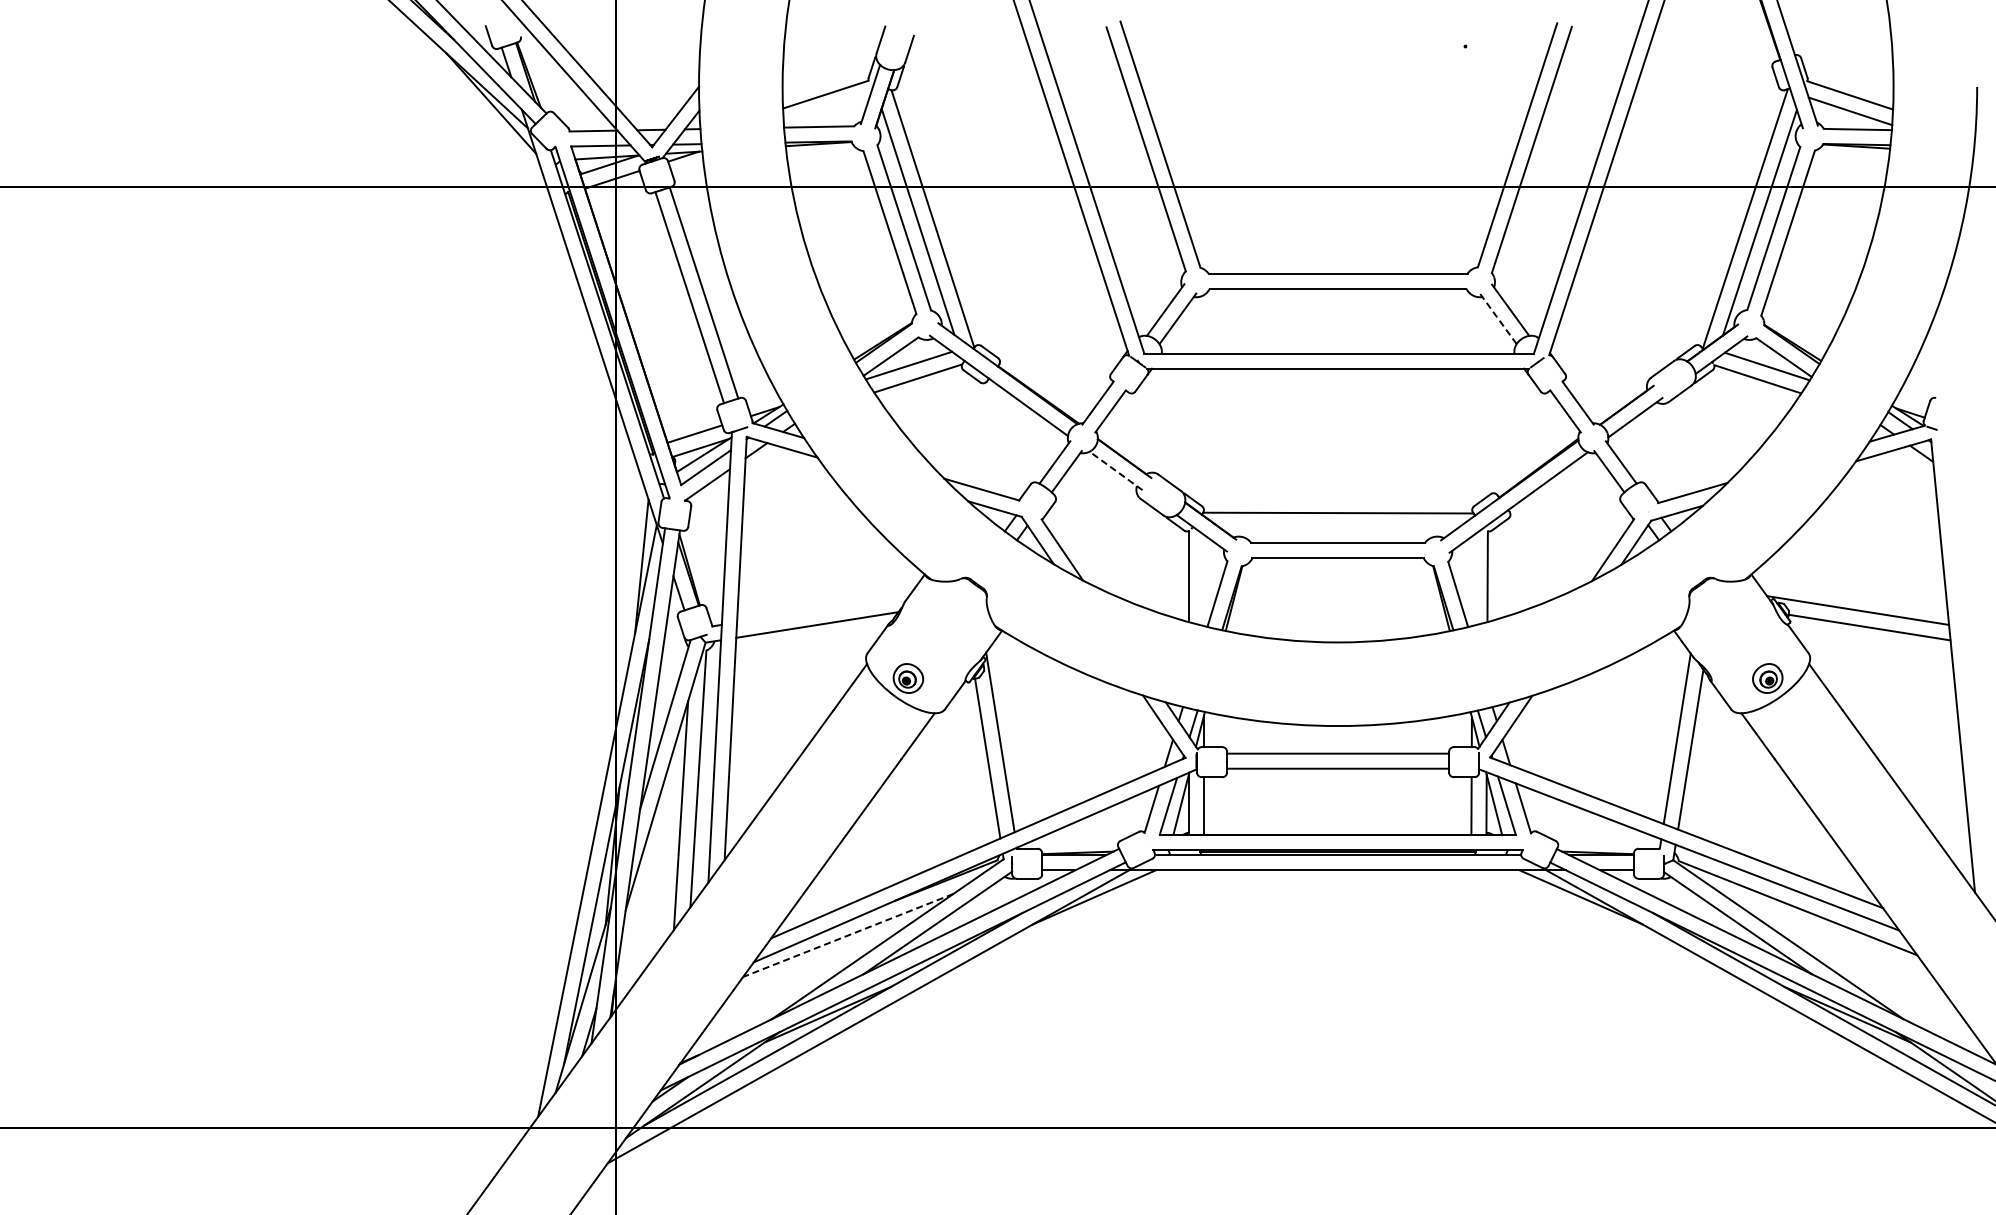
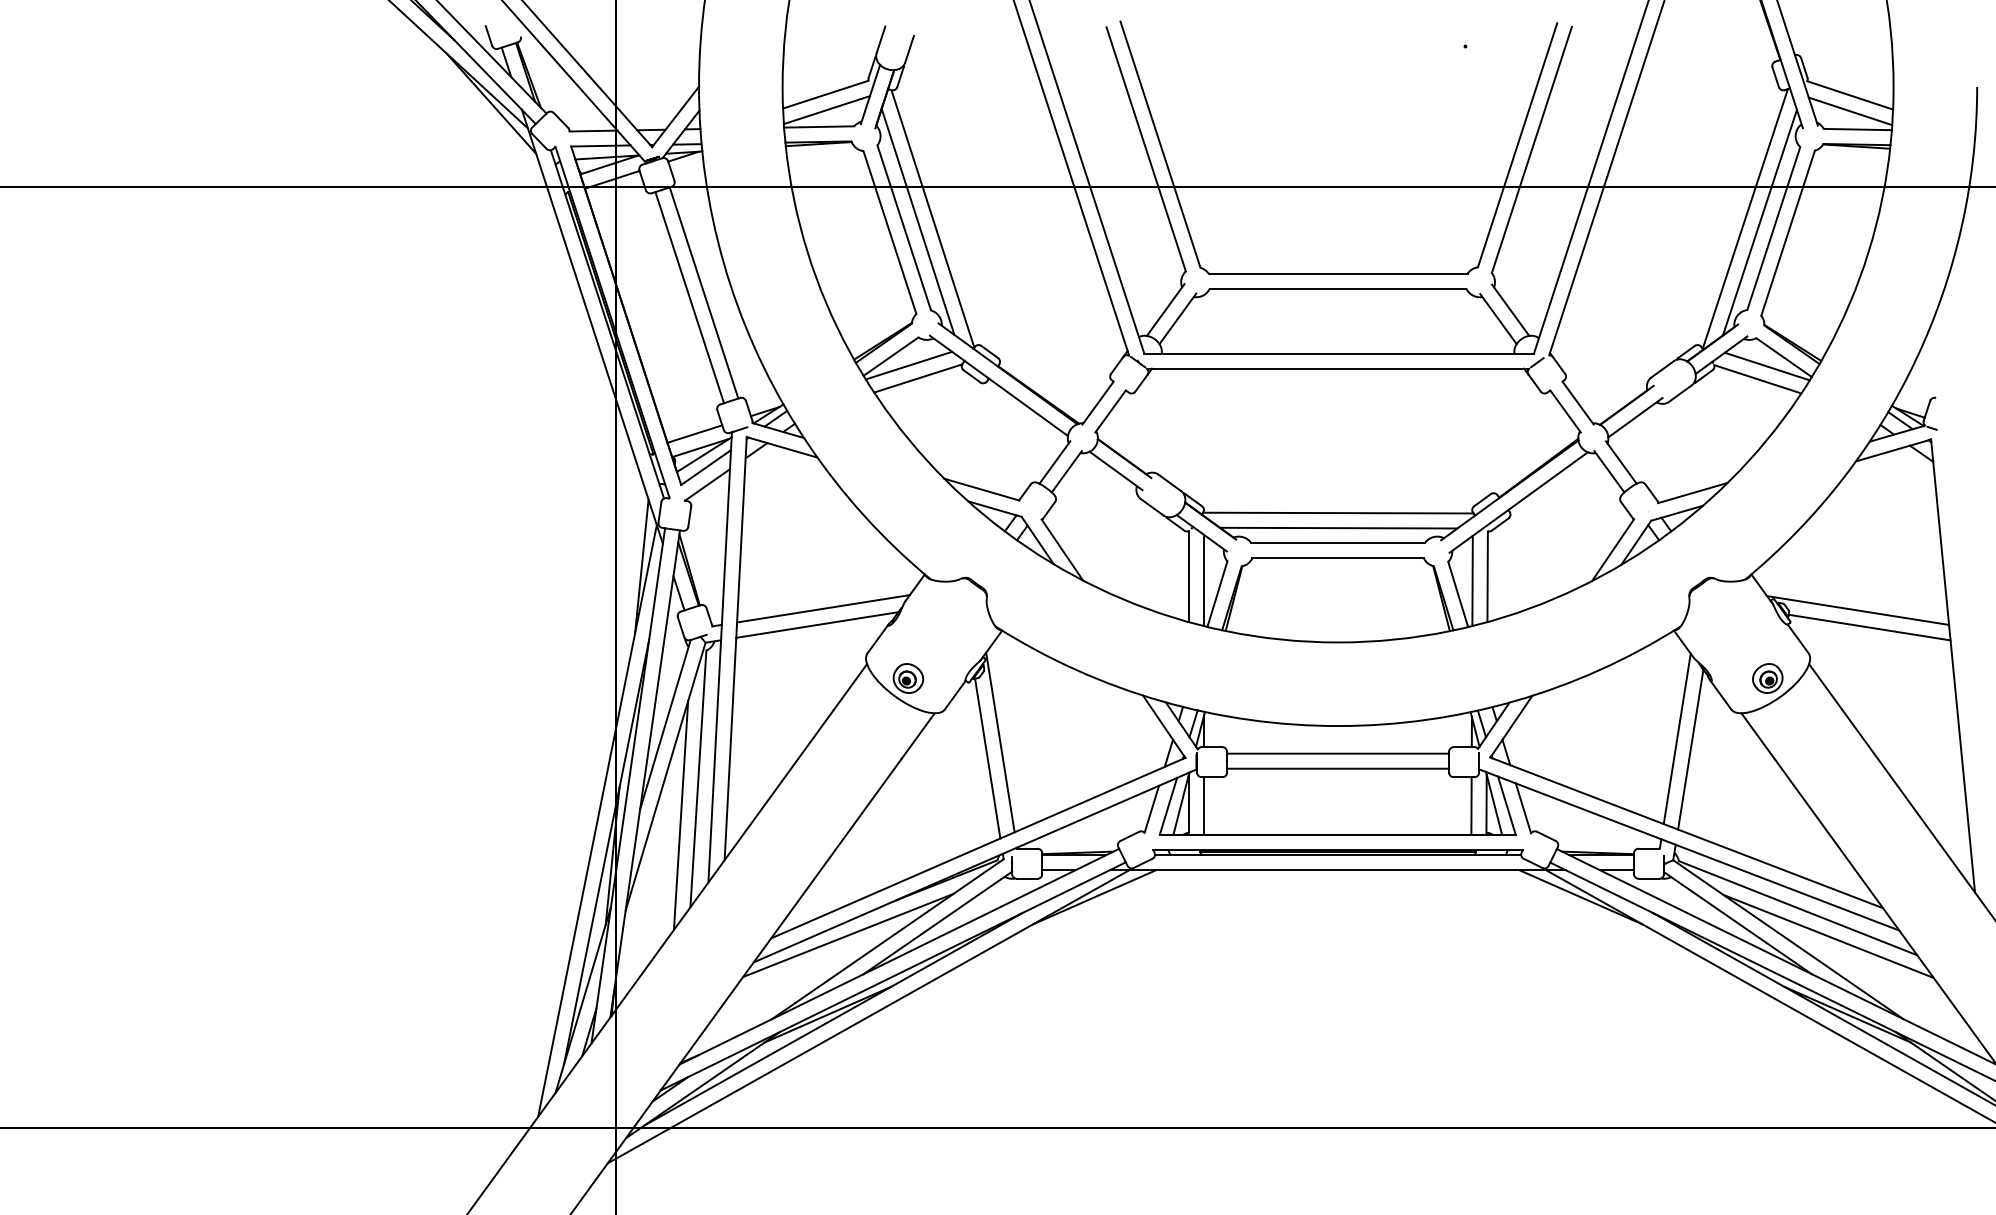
line at (826, 110): none -> present
line at (1498, 319): dashed -> solid
line at (1116, 470): dashed -> solid
line at (1338, 527): none -> present
line at (1204, 580): none -> present
line at (1472, 580): none -> present
line at (823, 608): none -> present
line at (847, 935): dashed -> solid
line at (1828, 936): none -> present
